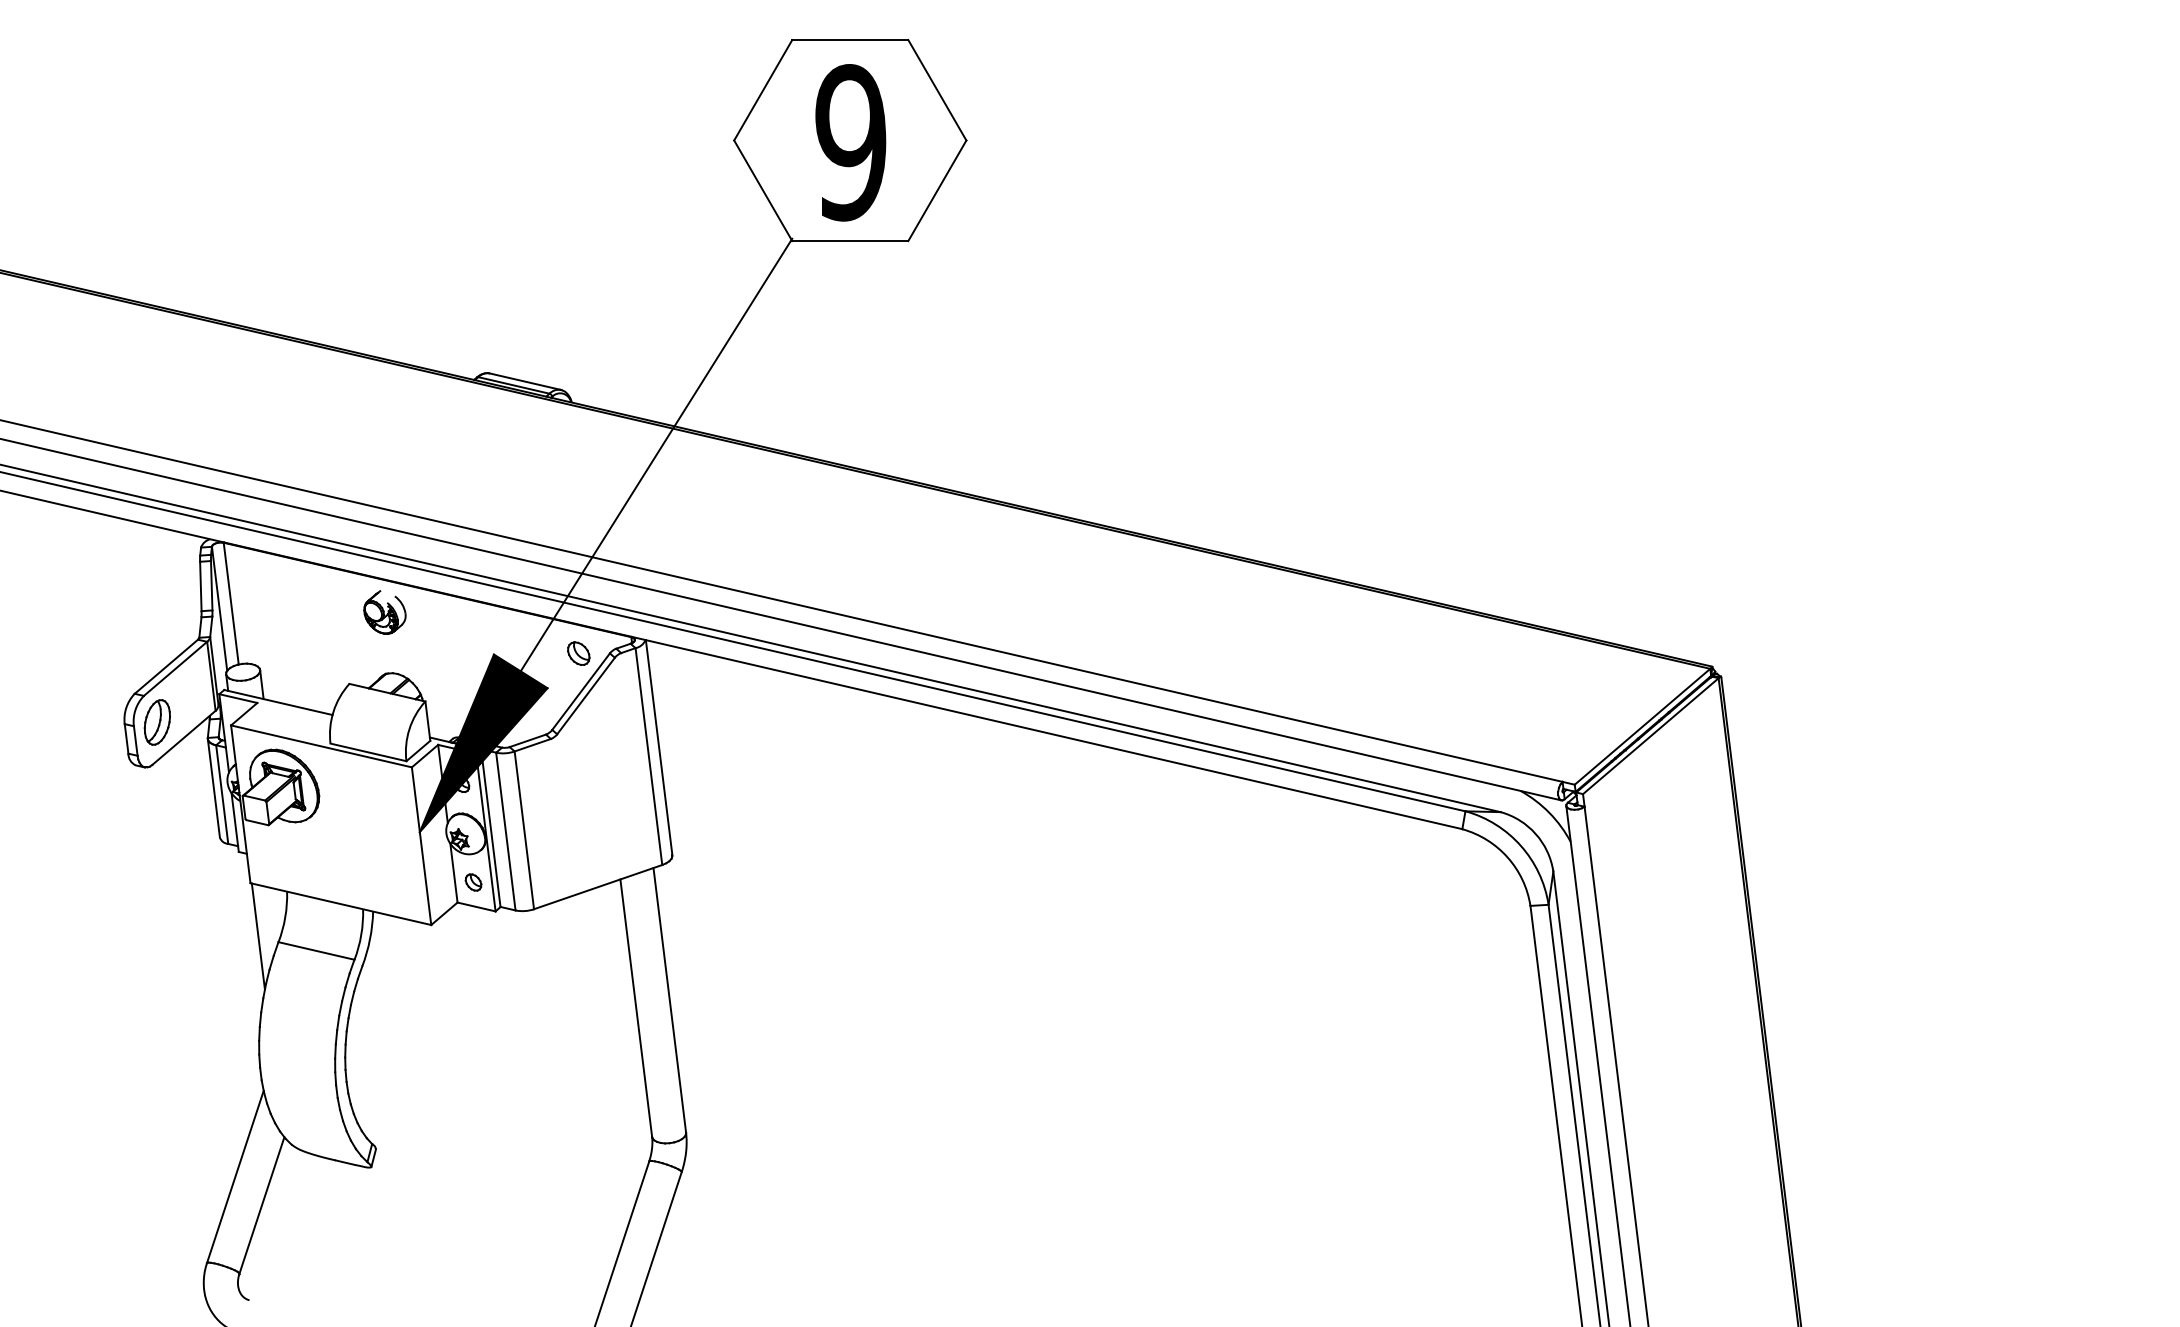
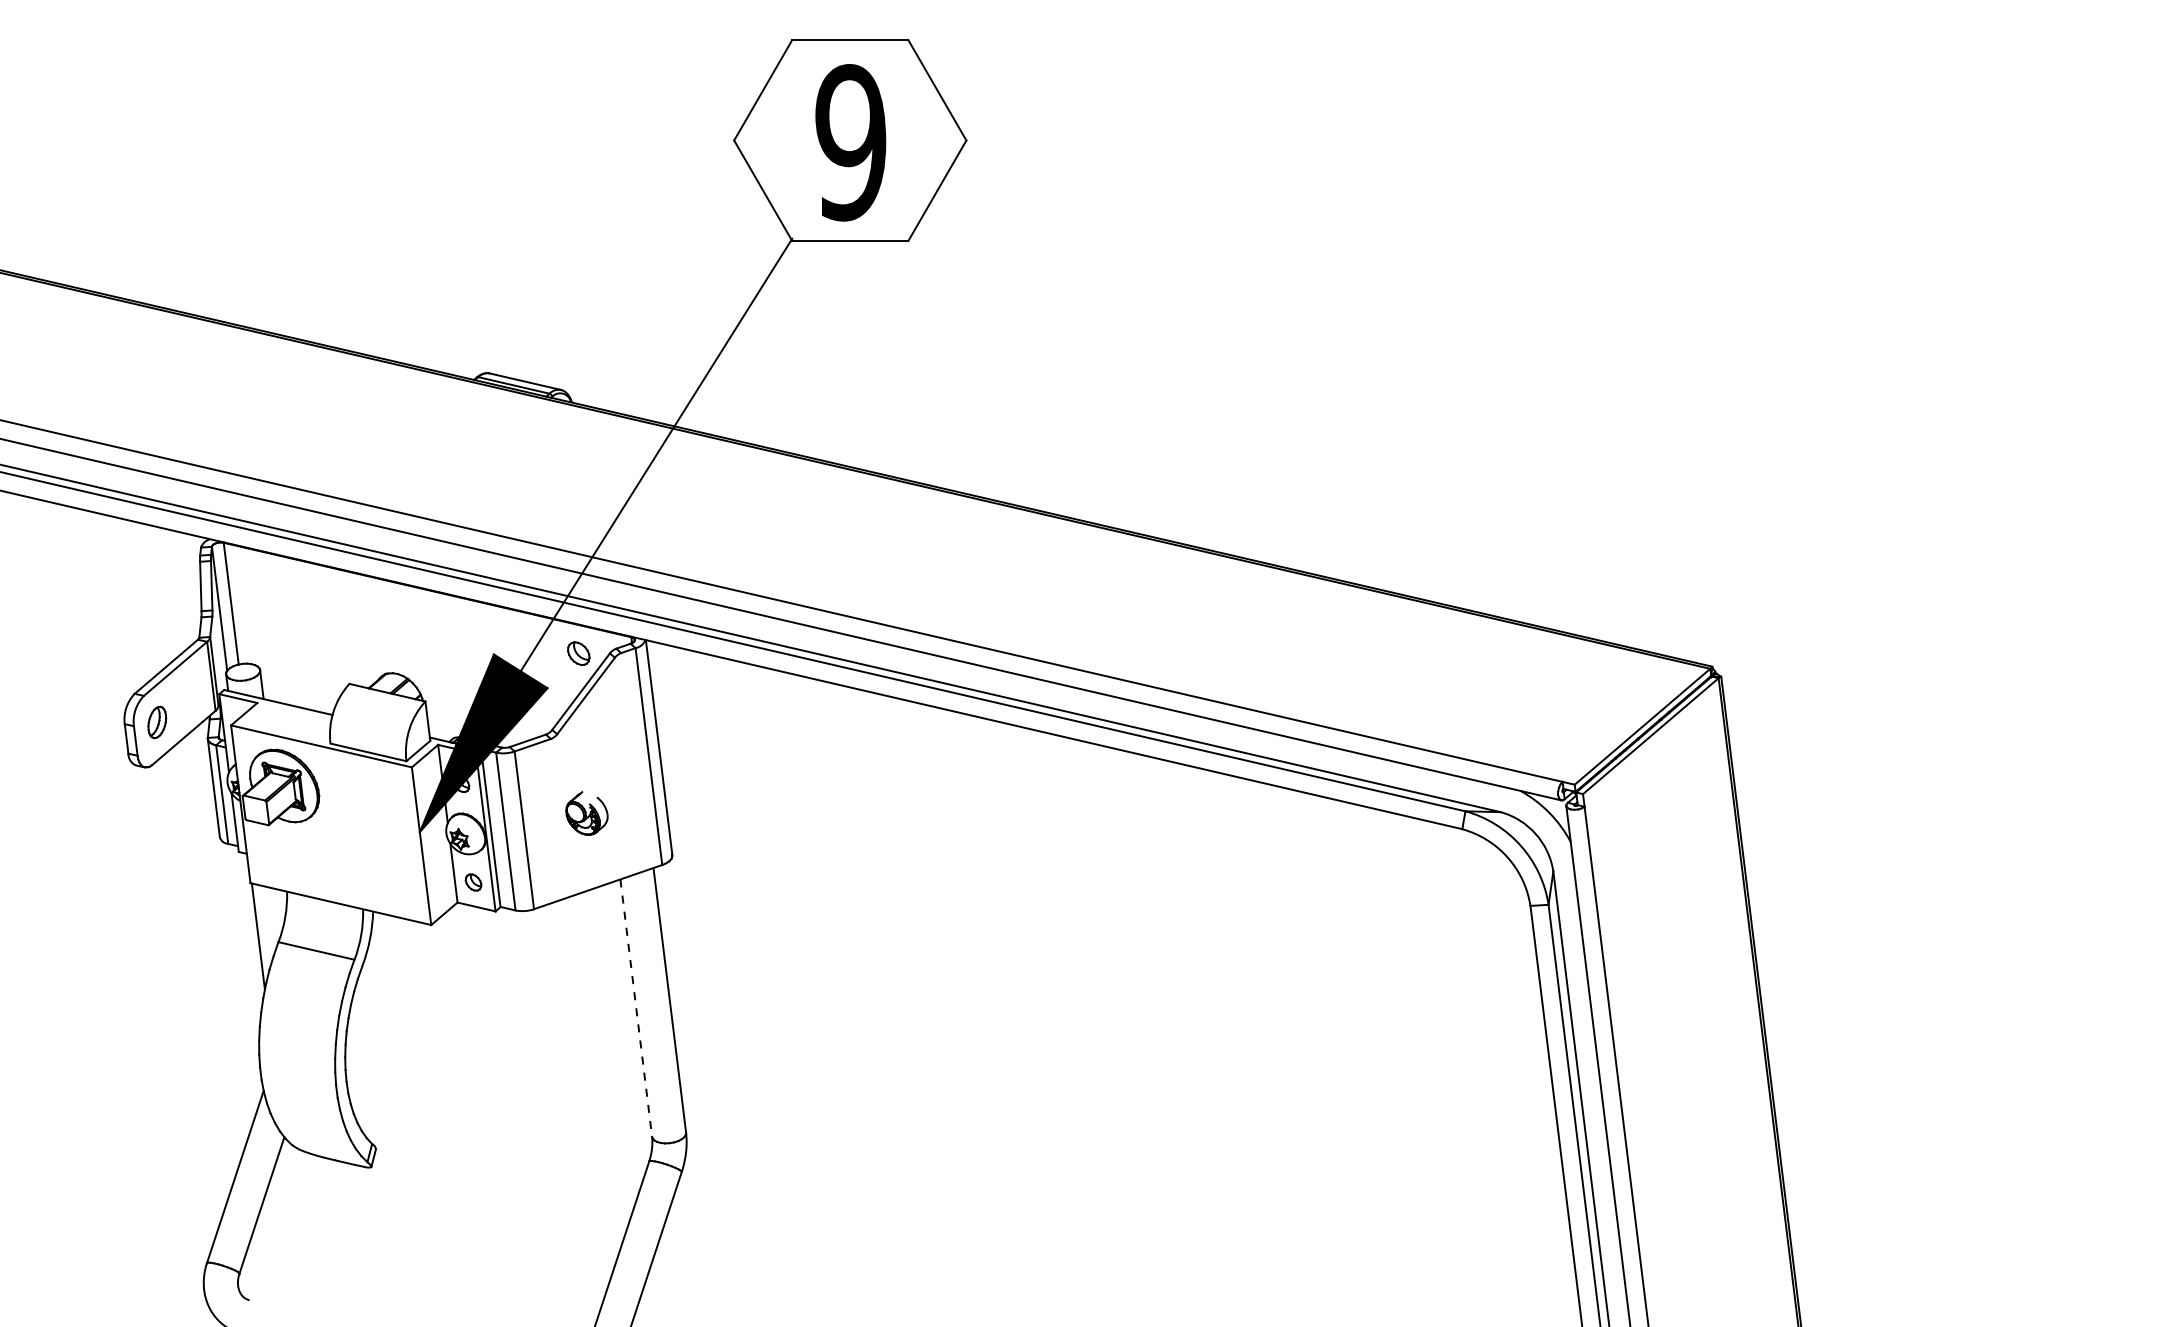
part at (384, 612) position: (384, 612) -> (586, 813)
part at (156, 722) size: 28x47 px -> 21x34 px
line at (636, 1008): solid -> dashed
